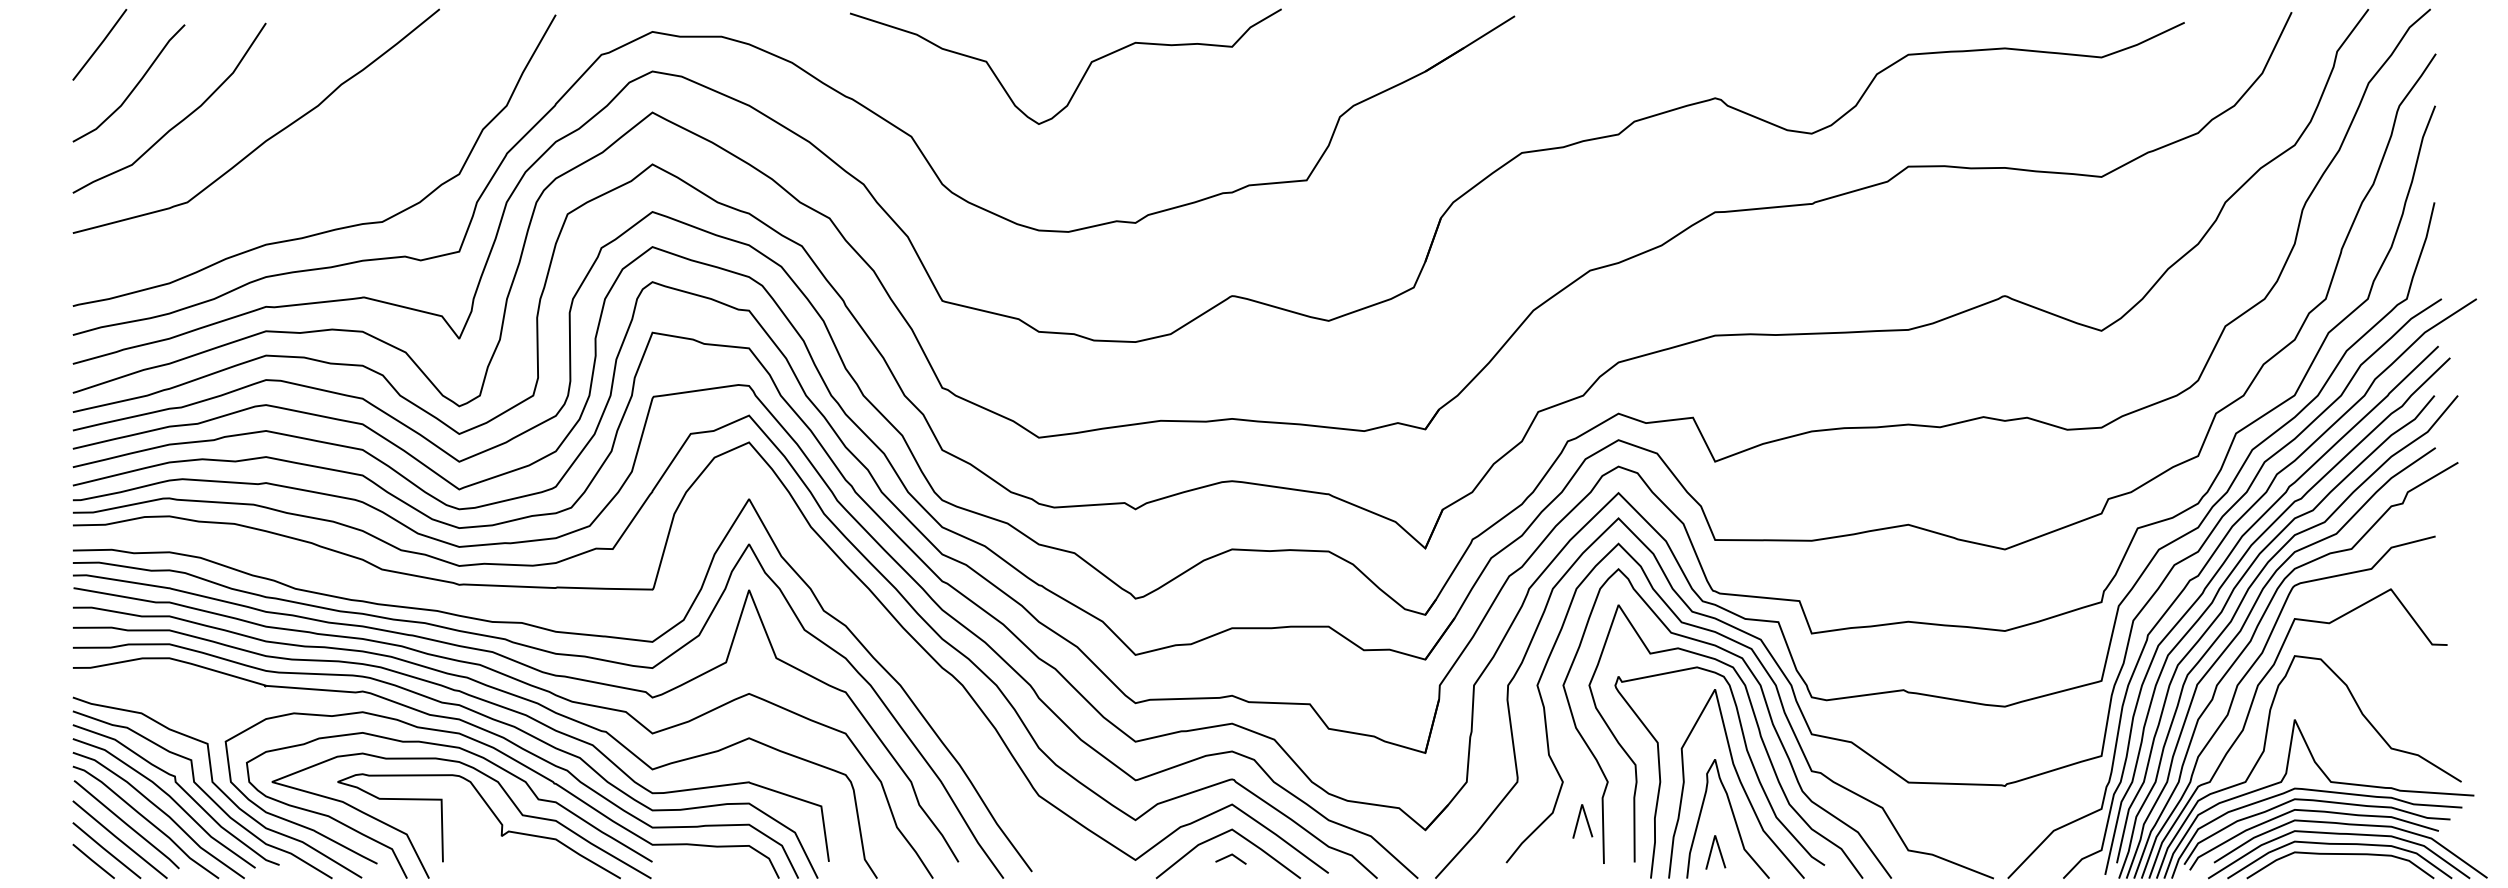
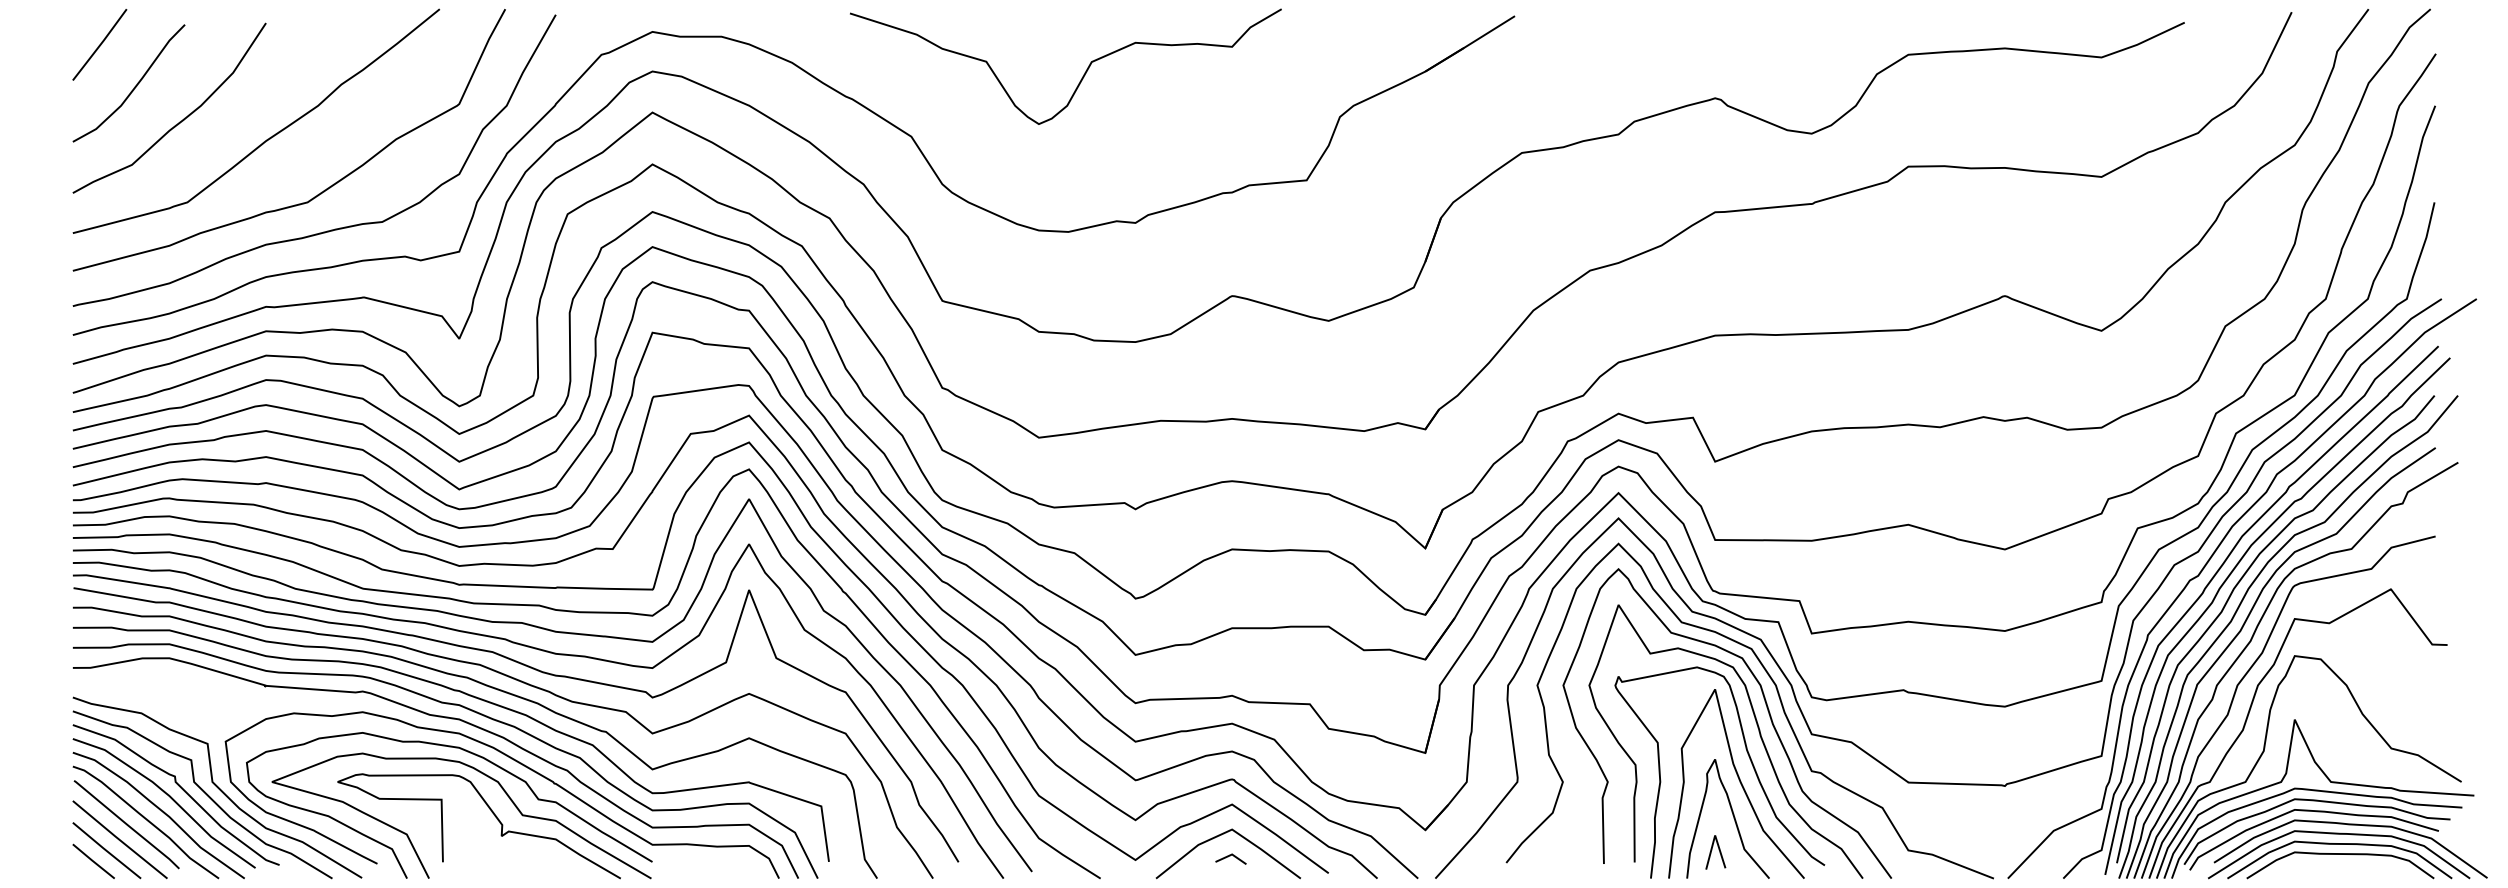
curve at (321, 191): none -> present
curve at (586, 613): none -> present
line at (1579, 819): present -> none
